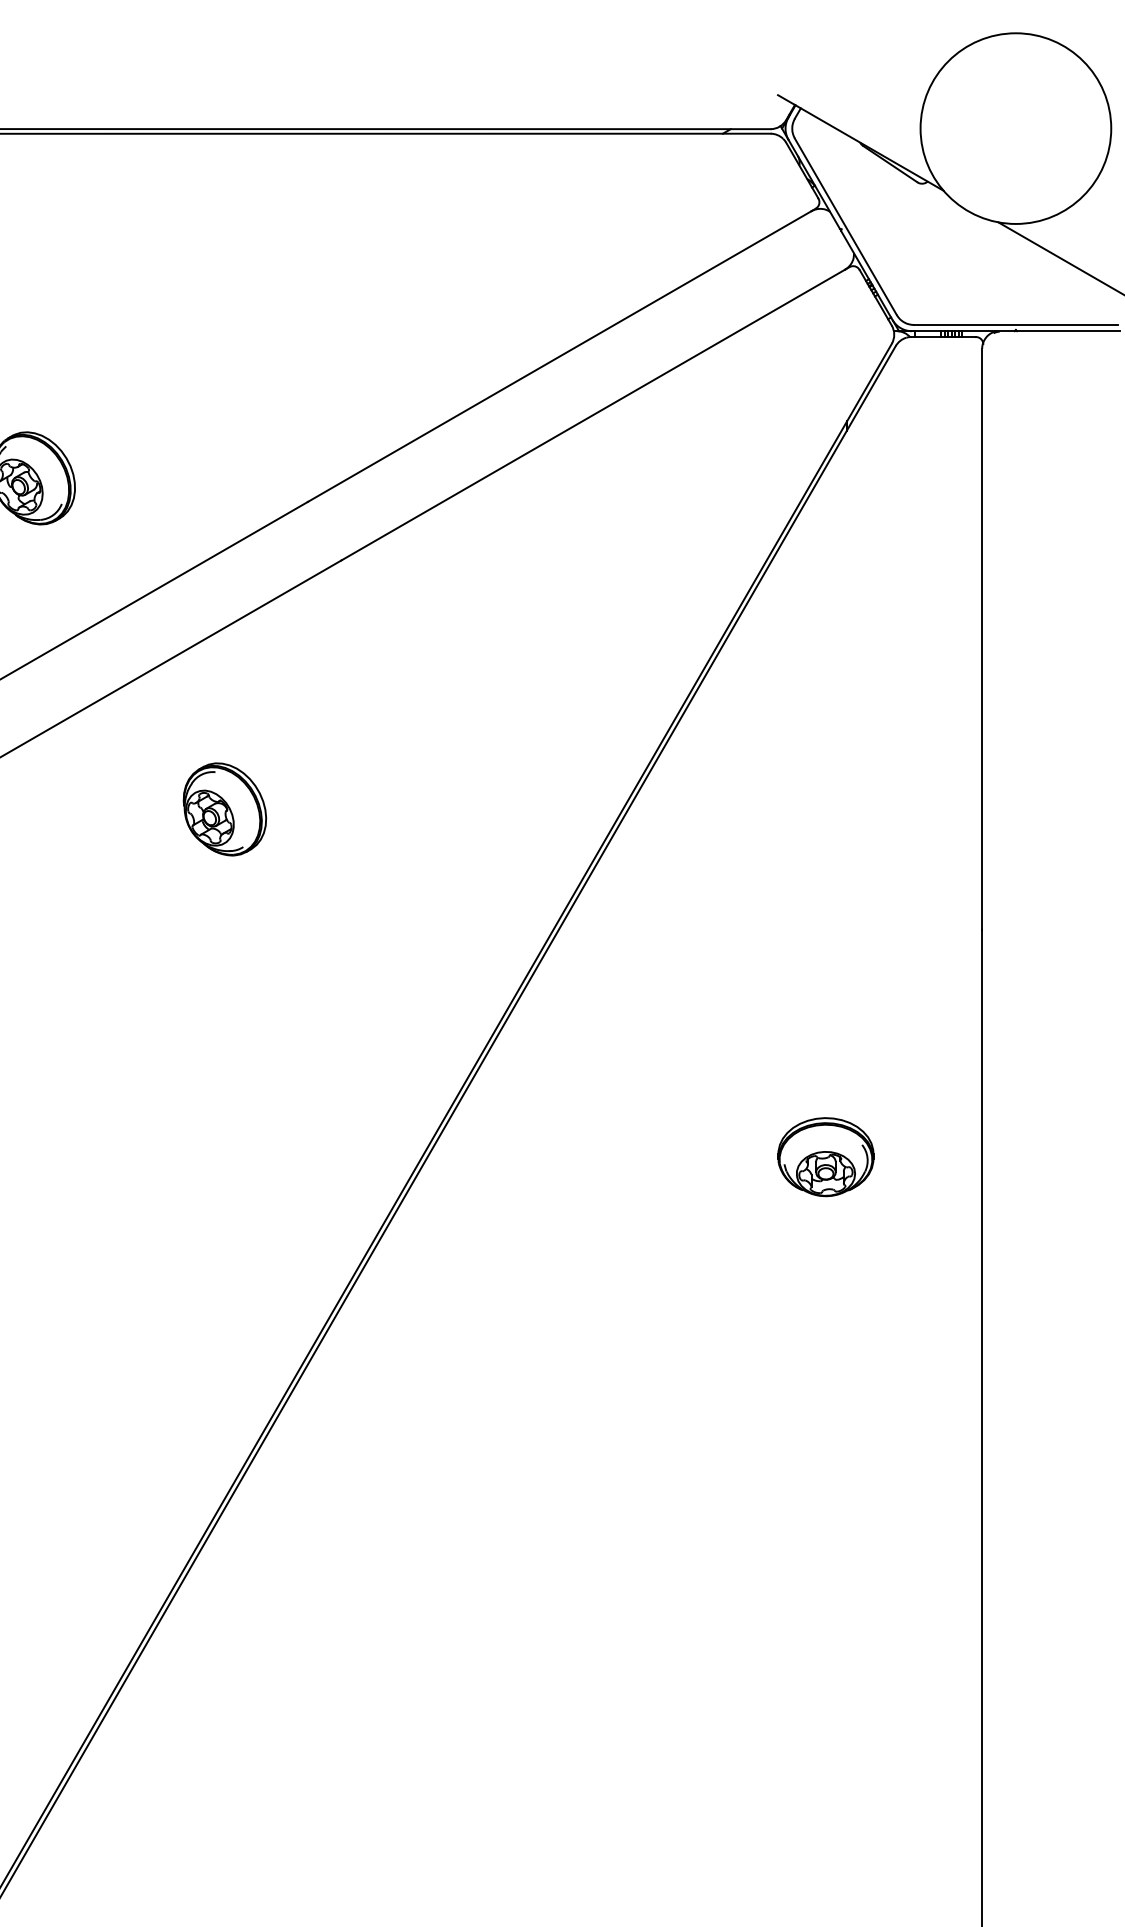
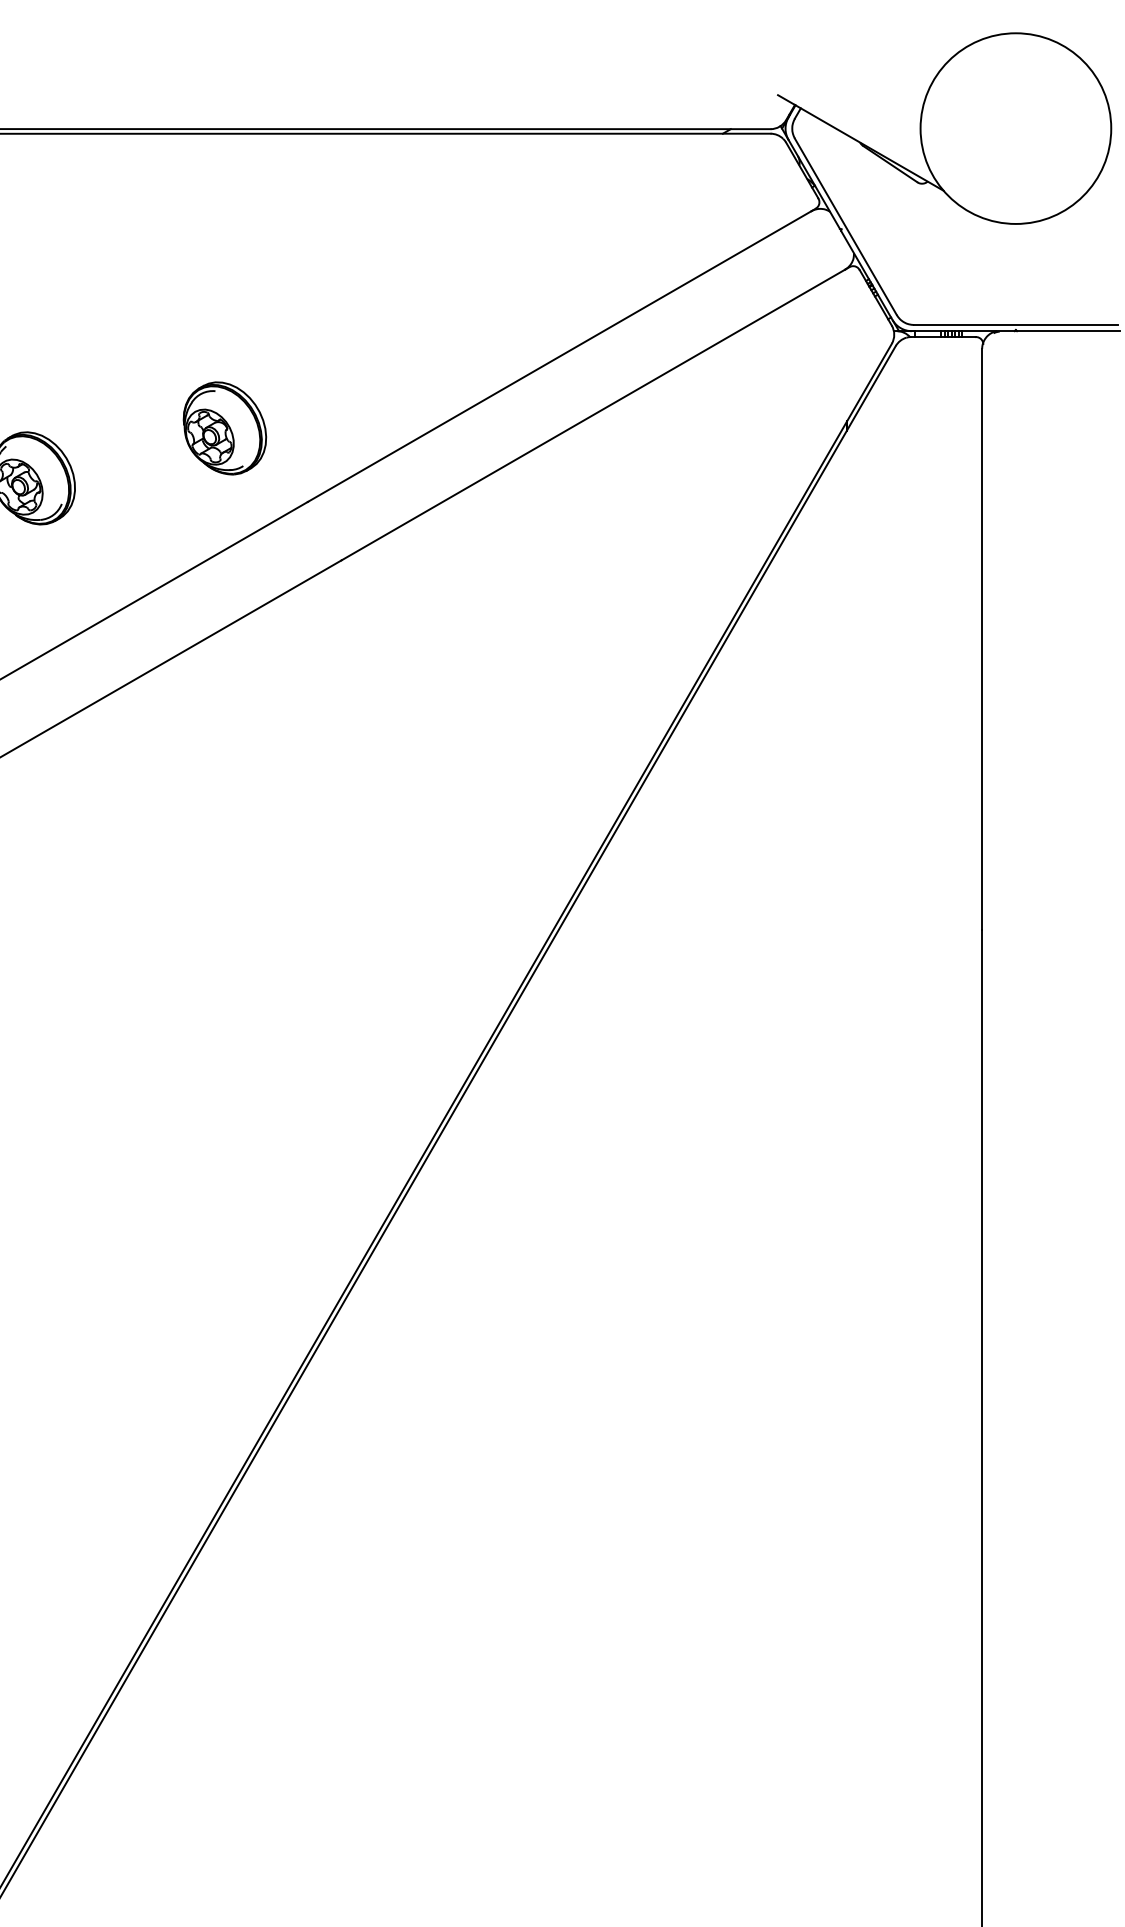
line at (1059, 257): present -> none
part at (224, 809) position: (224, 809) -> (224, 428)
part at (825, 1157): present -> none
